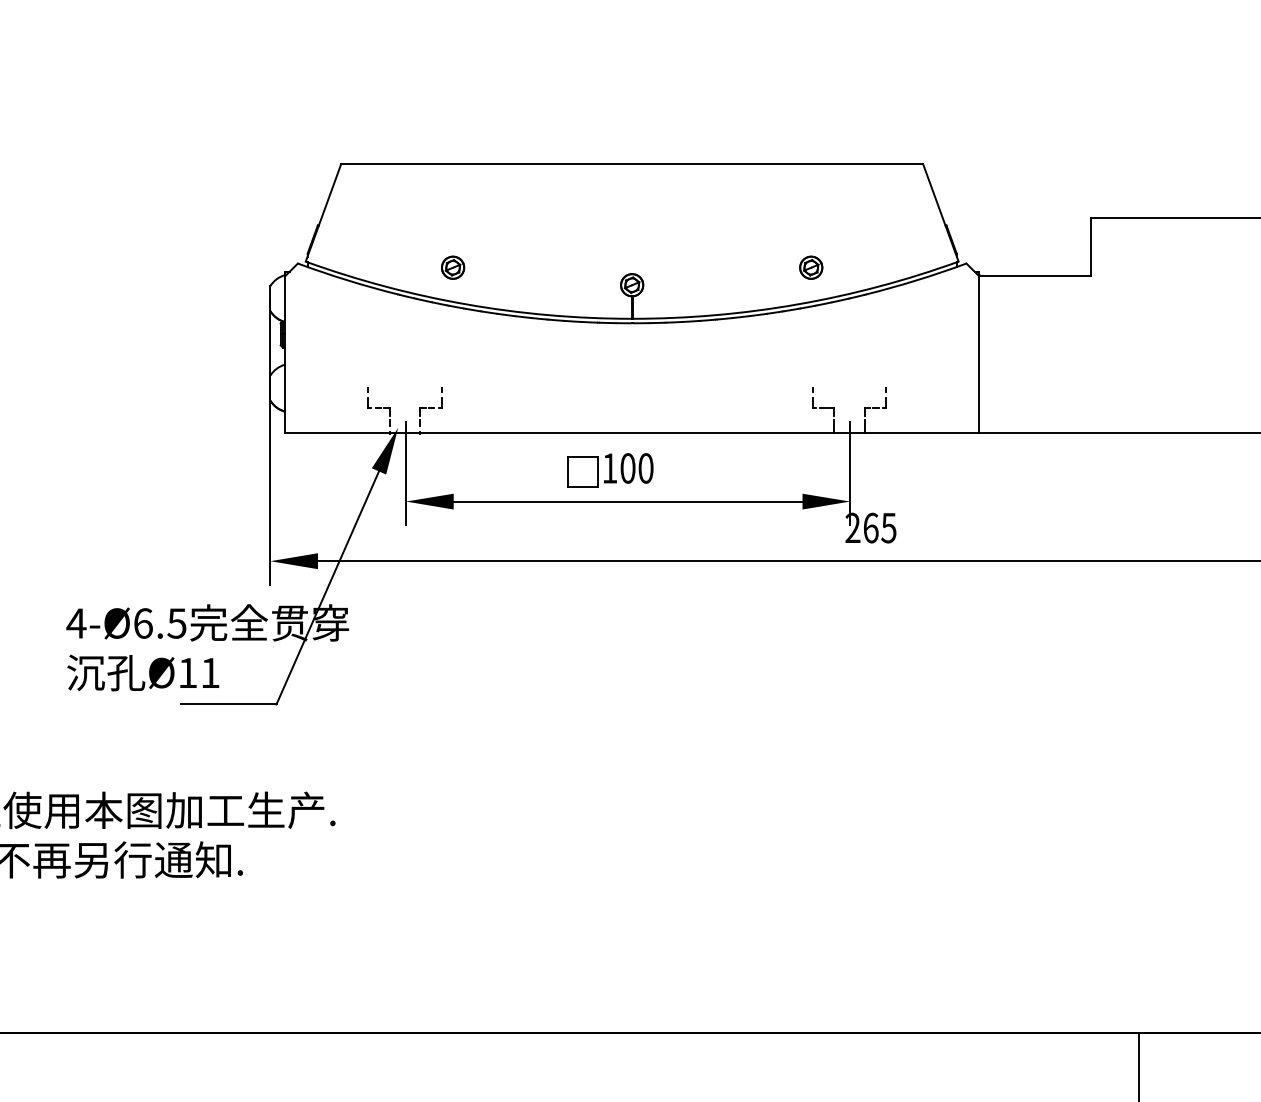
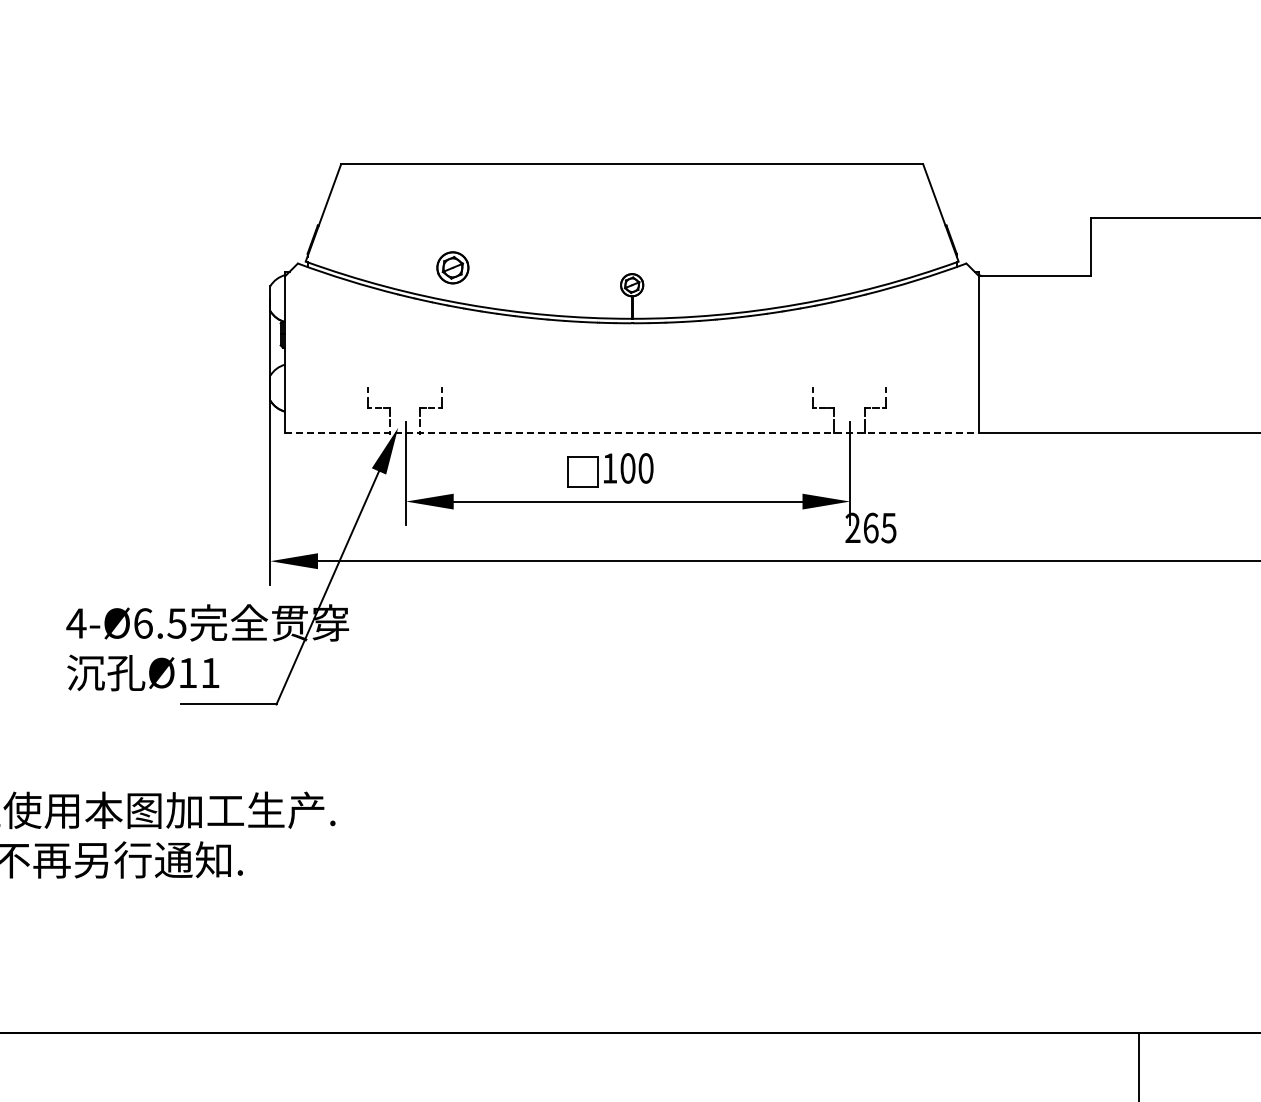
part at (453, 267) size: 25x25 px -> 34x34 px
part at (811, 267): present -> none
line at (632, 432): solid -> dashed
